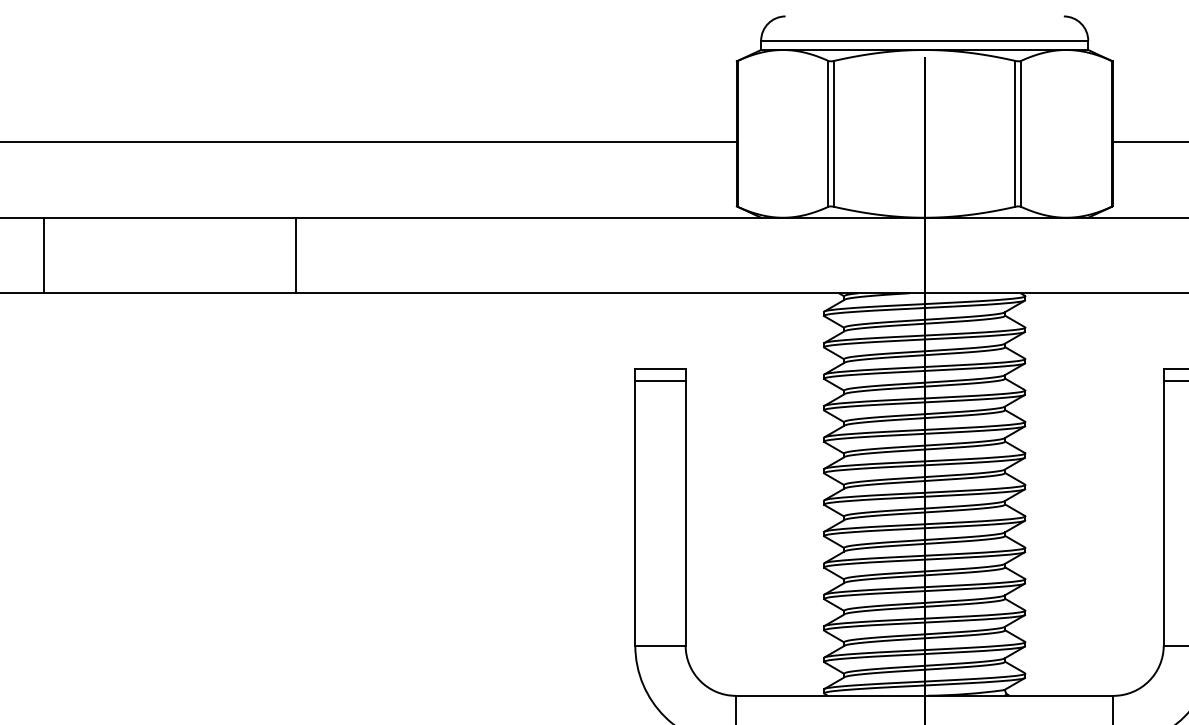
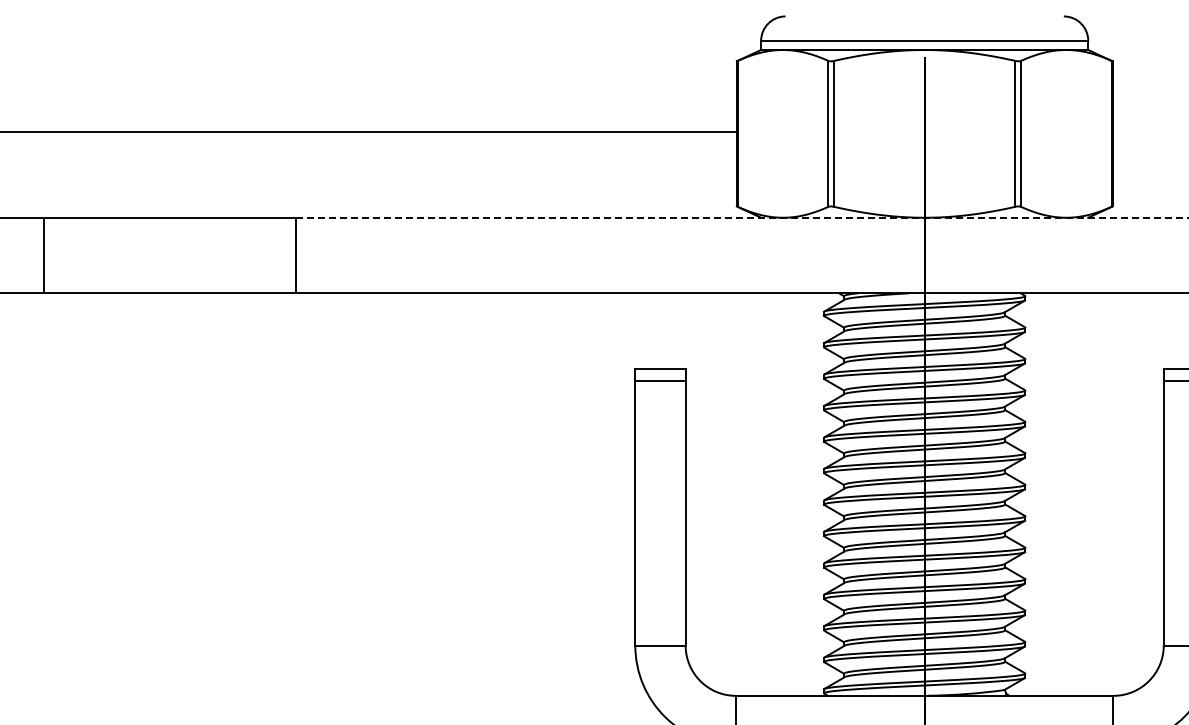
line at (369, 142) position: (369, 142) -> (369, 132)
line at (1148, 142): present -> none
line at (742, 217): solid -> dashed
